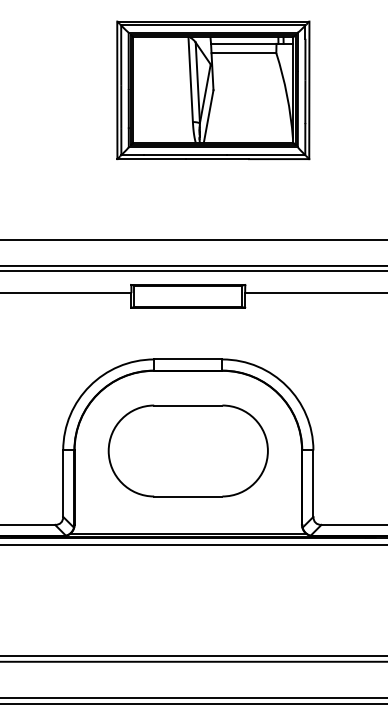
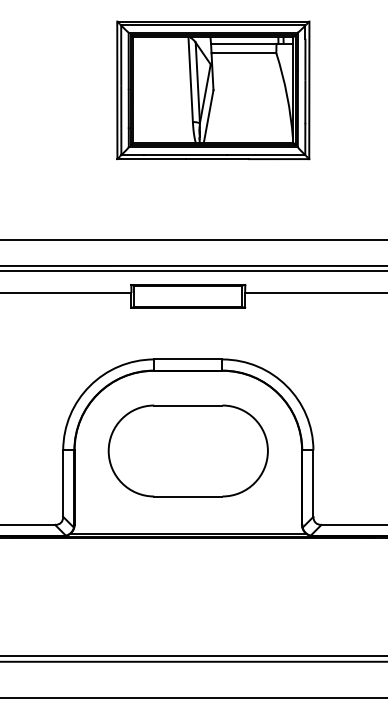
line at (193, 544): present -> none
line at (193, 704): present -> none
